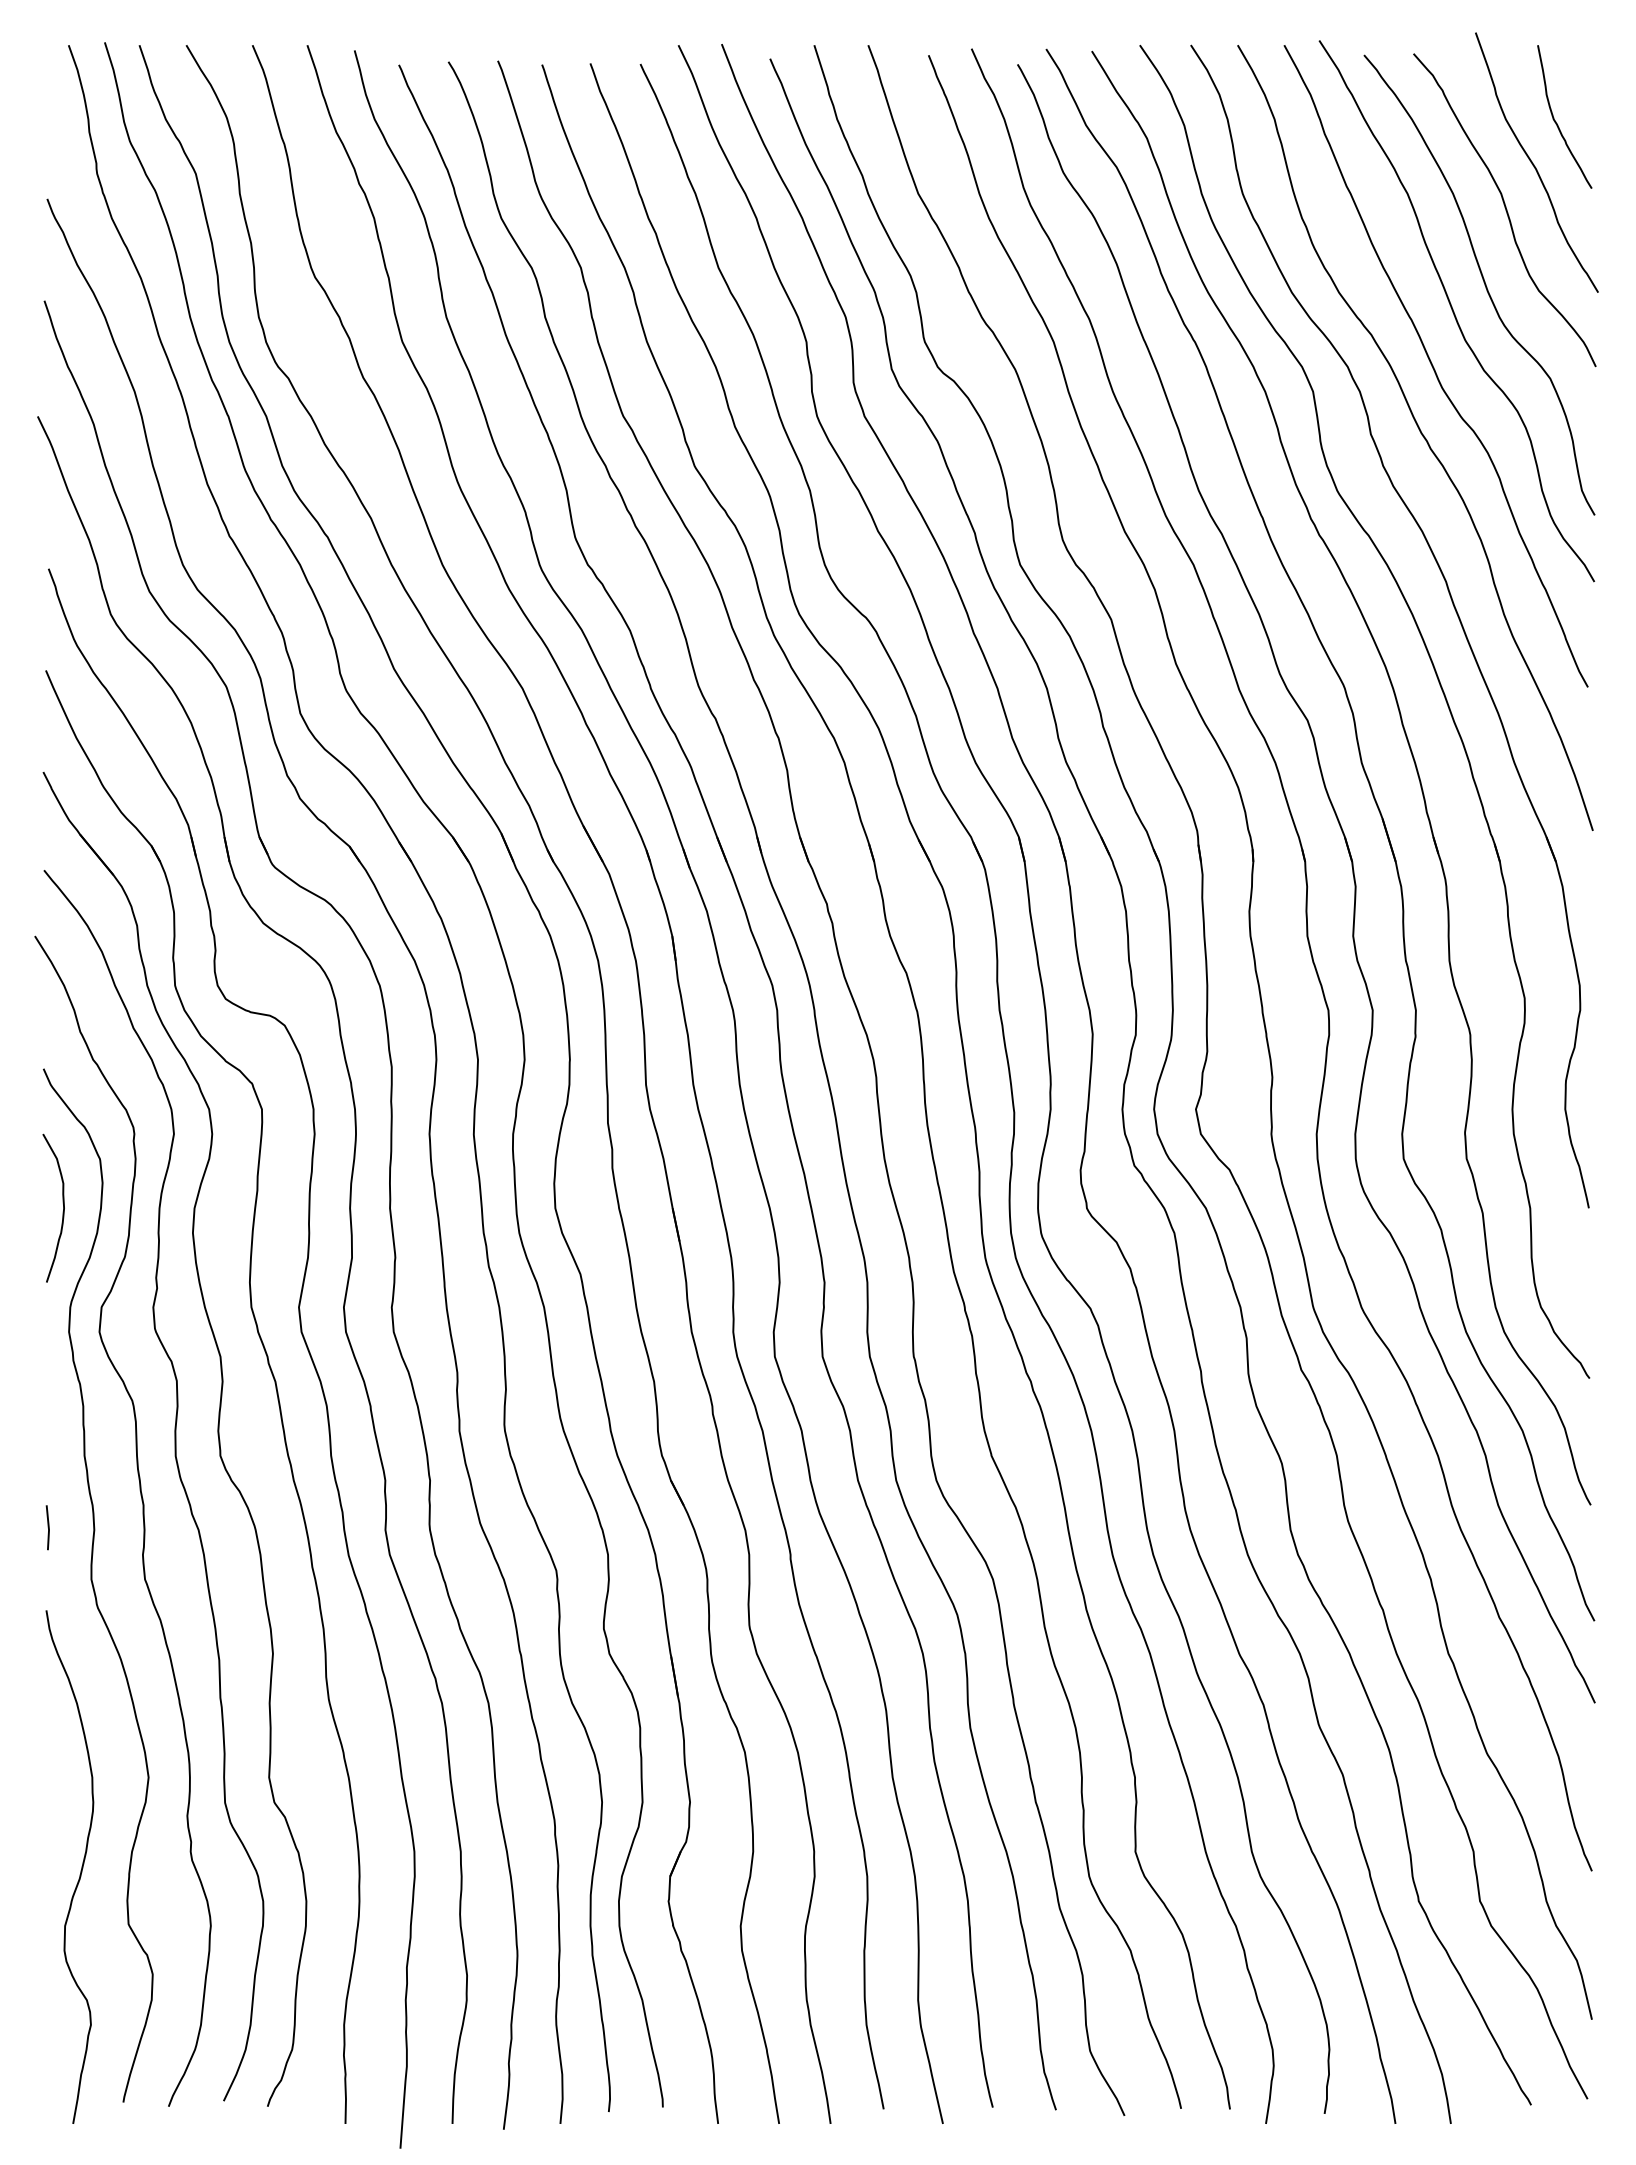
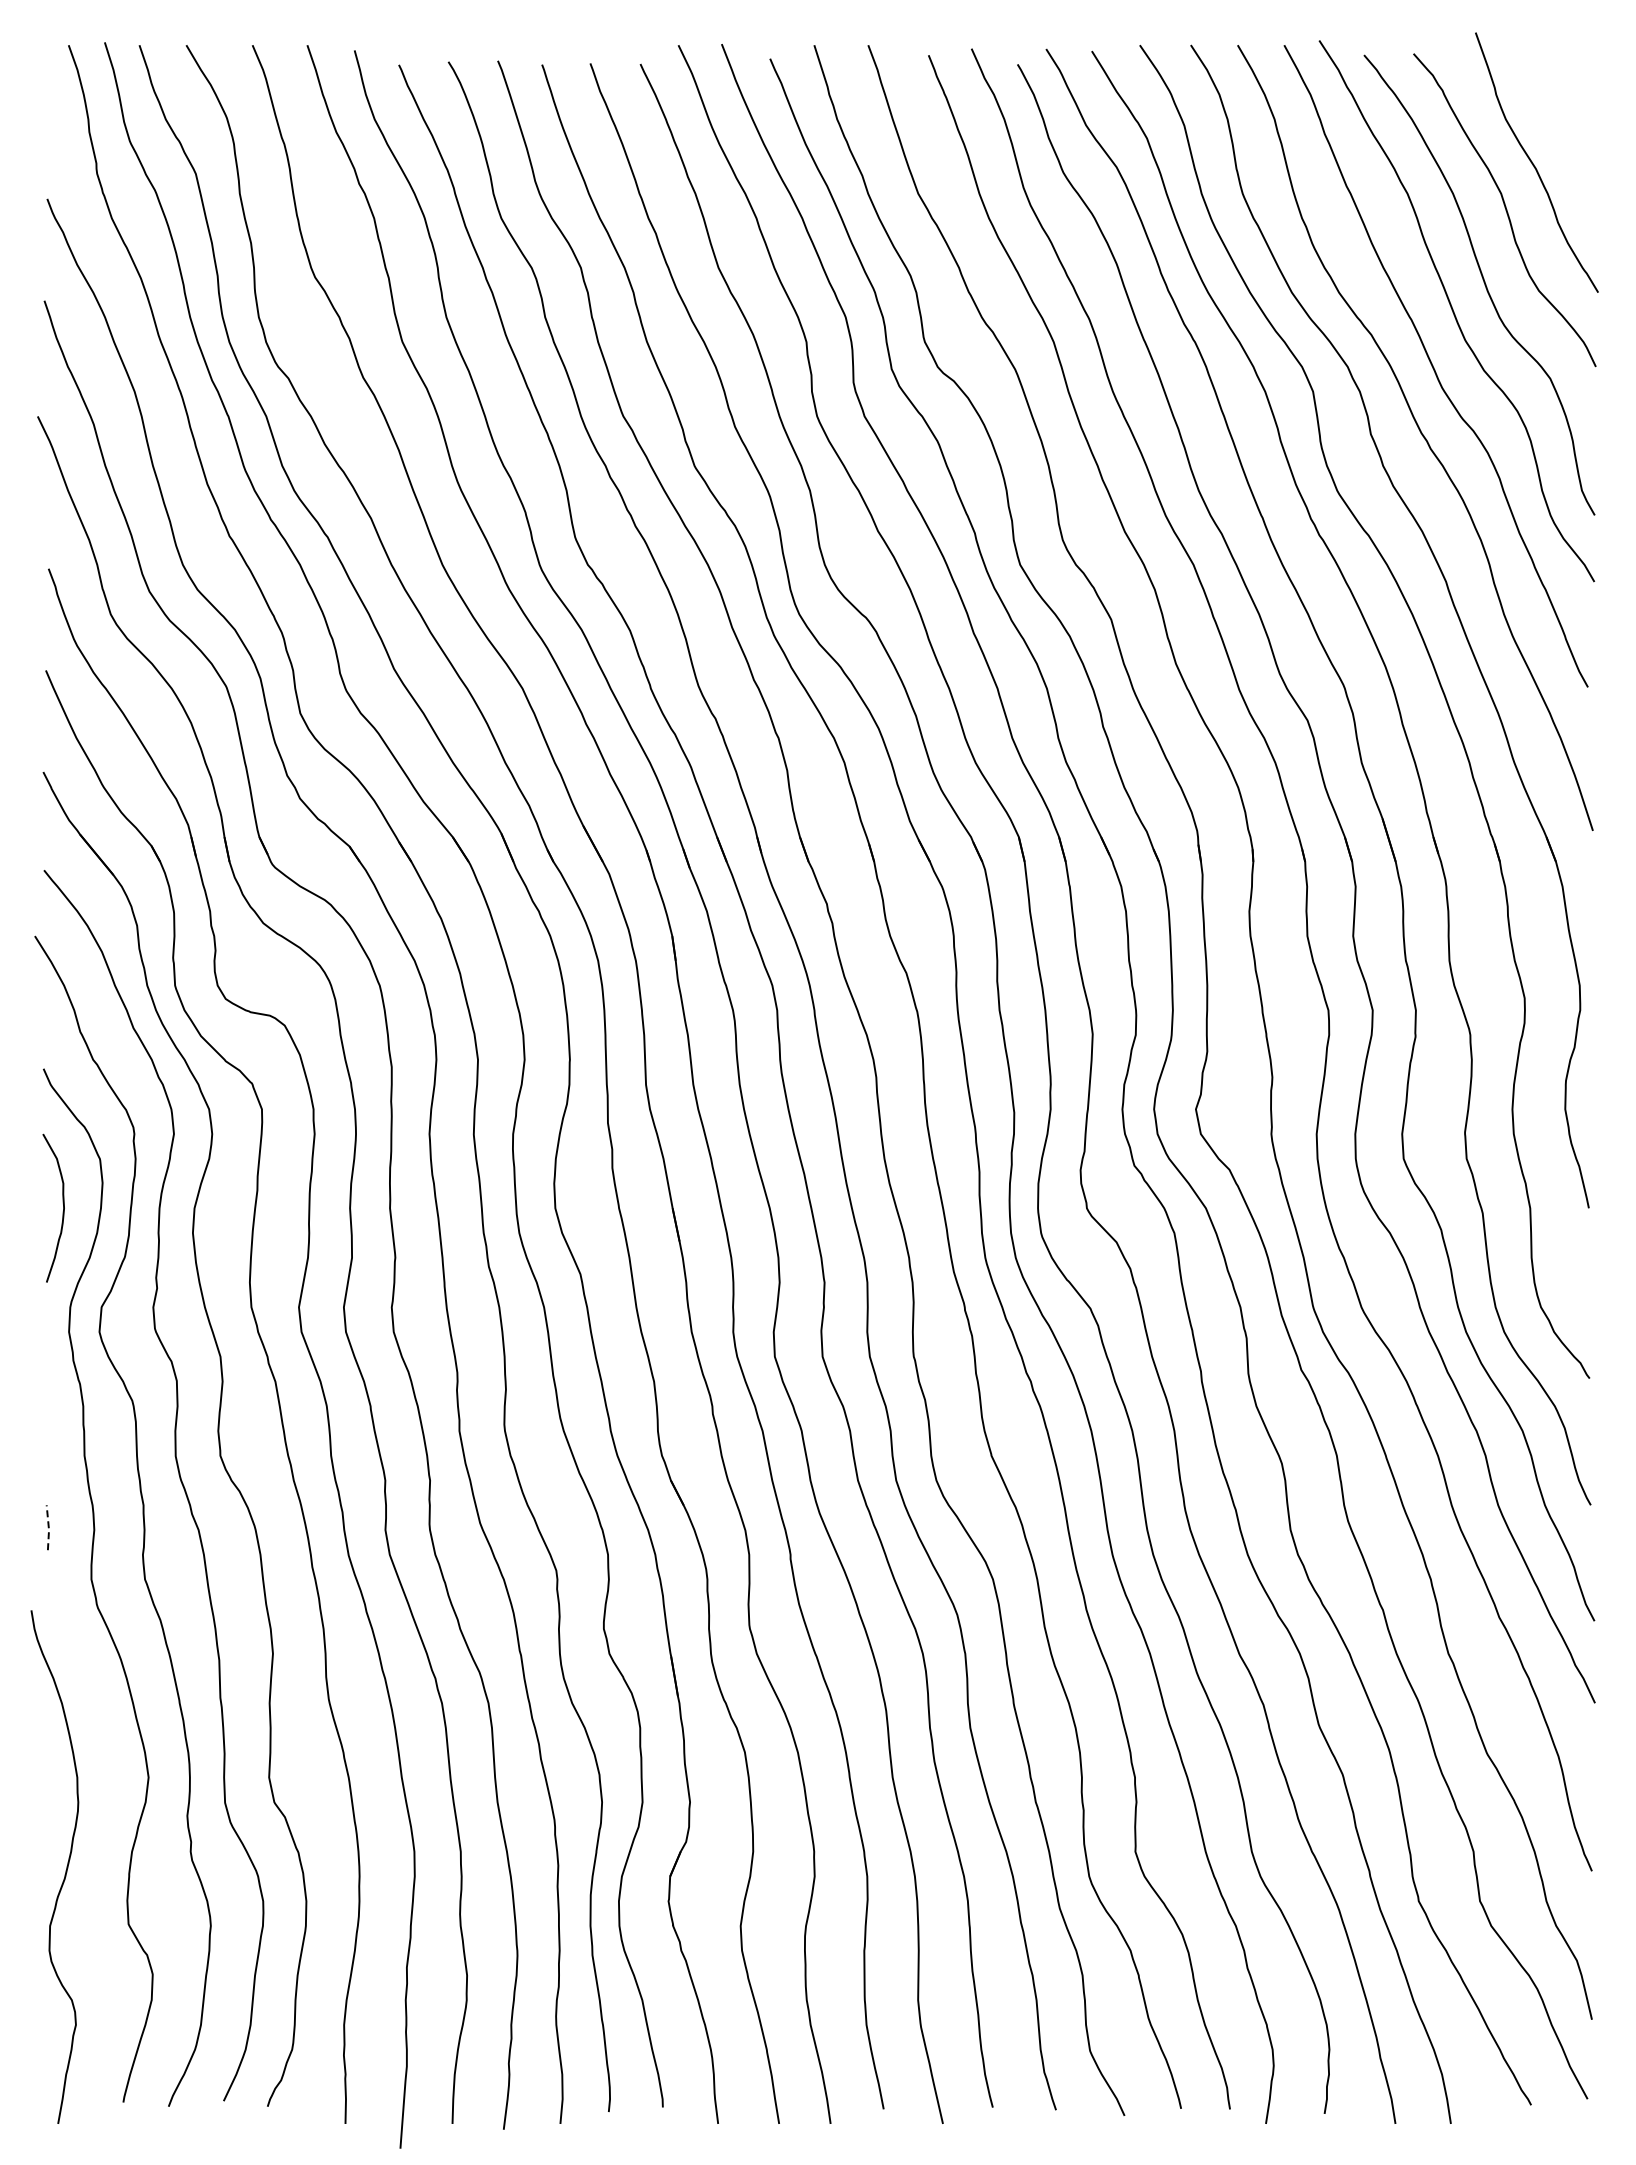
curve at (1556, 121): present -> none
line at (48, 1528): solid -> dashed
curve at (80, 1870) position: (80, 1870) -> (65, 1870)
